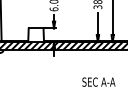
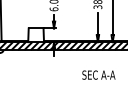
text at (98, 81) position: (98, 81) -> (98, 74)
